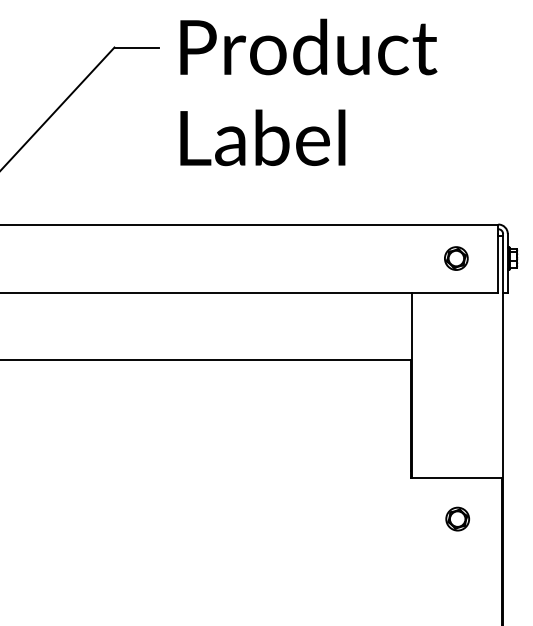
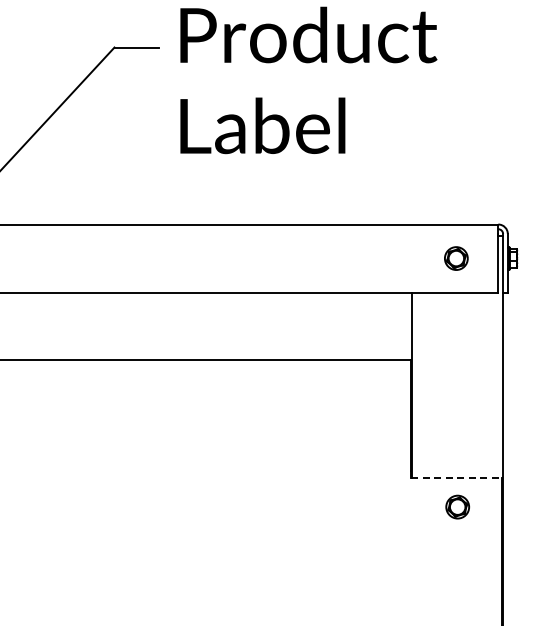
text at (308, 92) position: (308, 92) -> (308, 80)
line at (456, 477): solid -> dashed
part at (457, 518) position: (457, 518) -> (457, 506)
